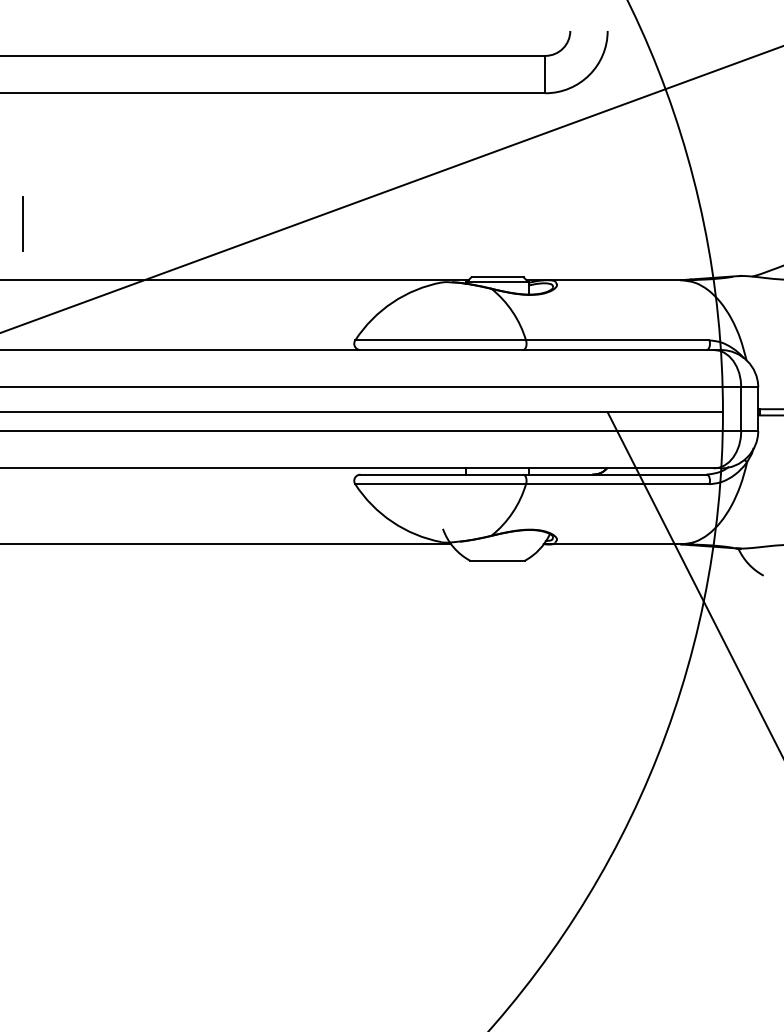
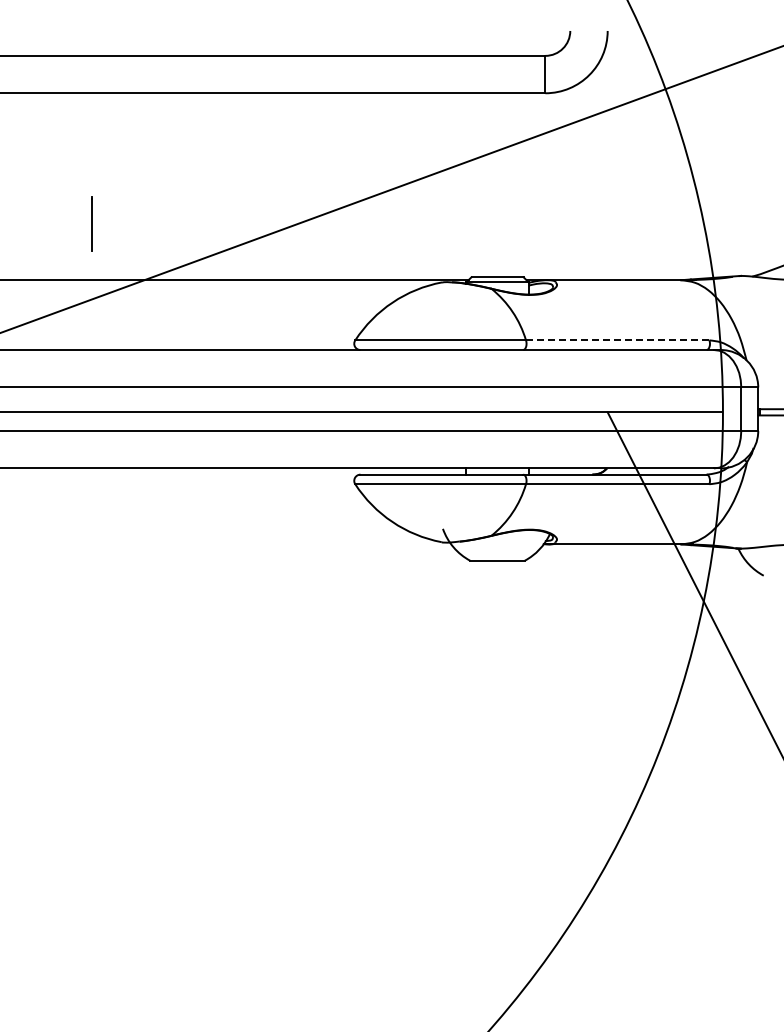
line at (22, 223) position: (22, 223) -> (91, 223)
line at (617, 340): solid -> dashed
line at (226, 544): present -> none
